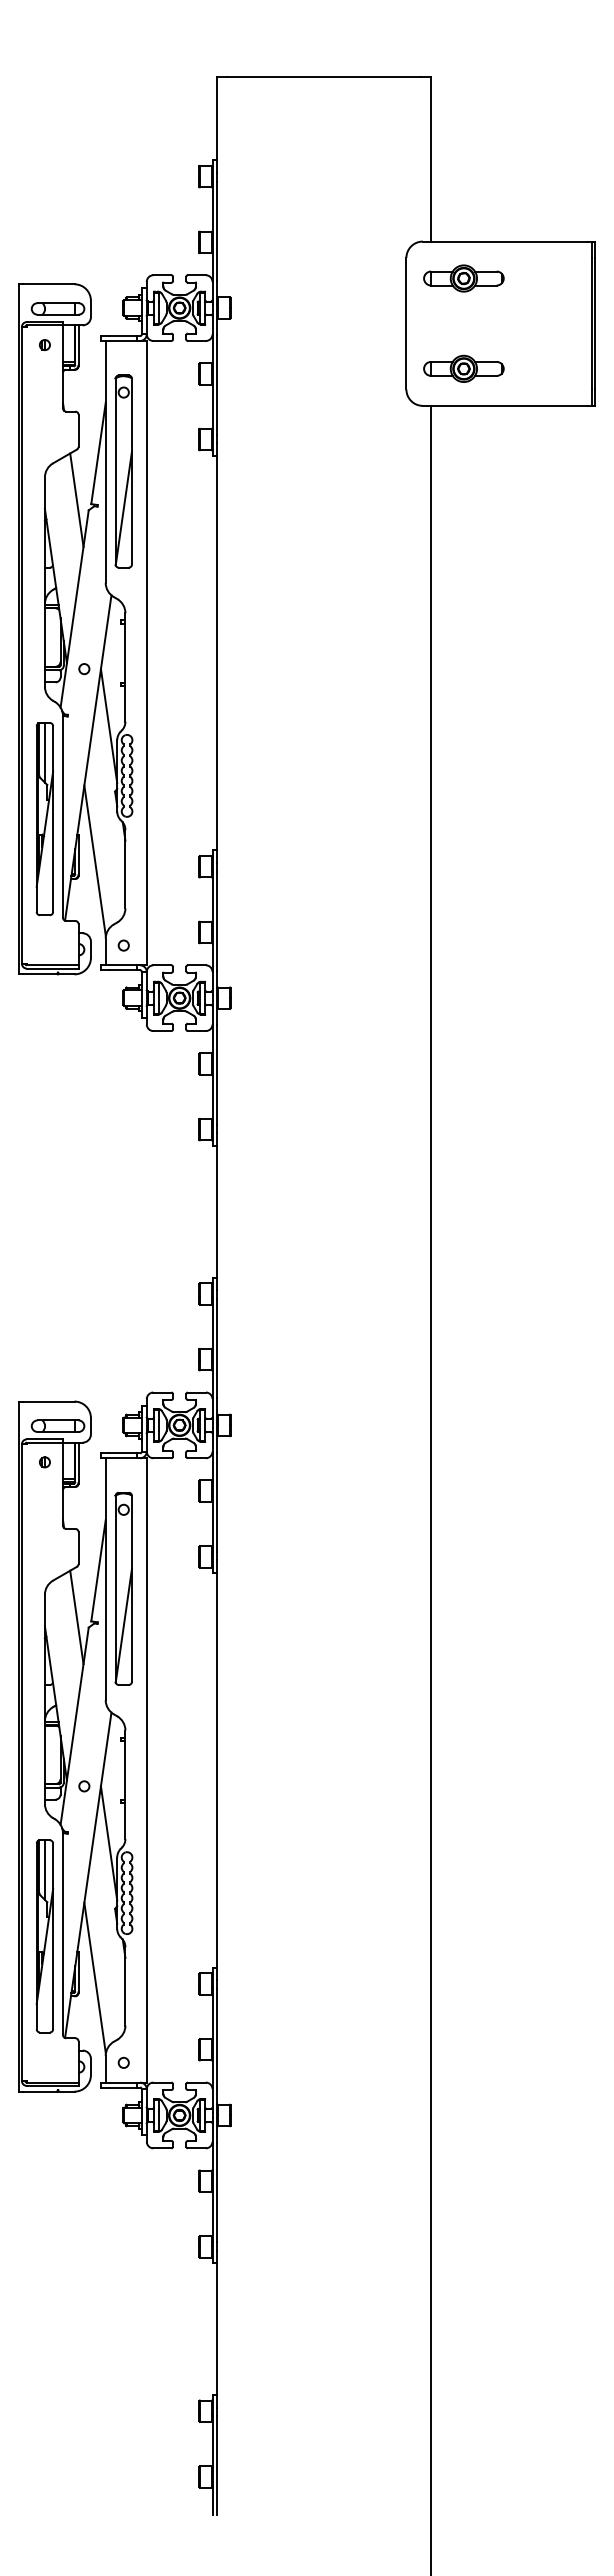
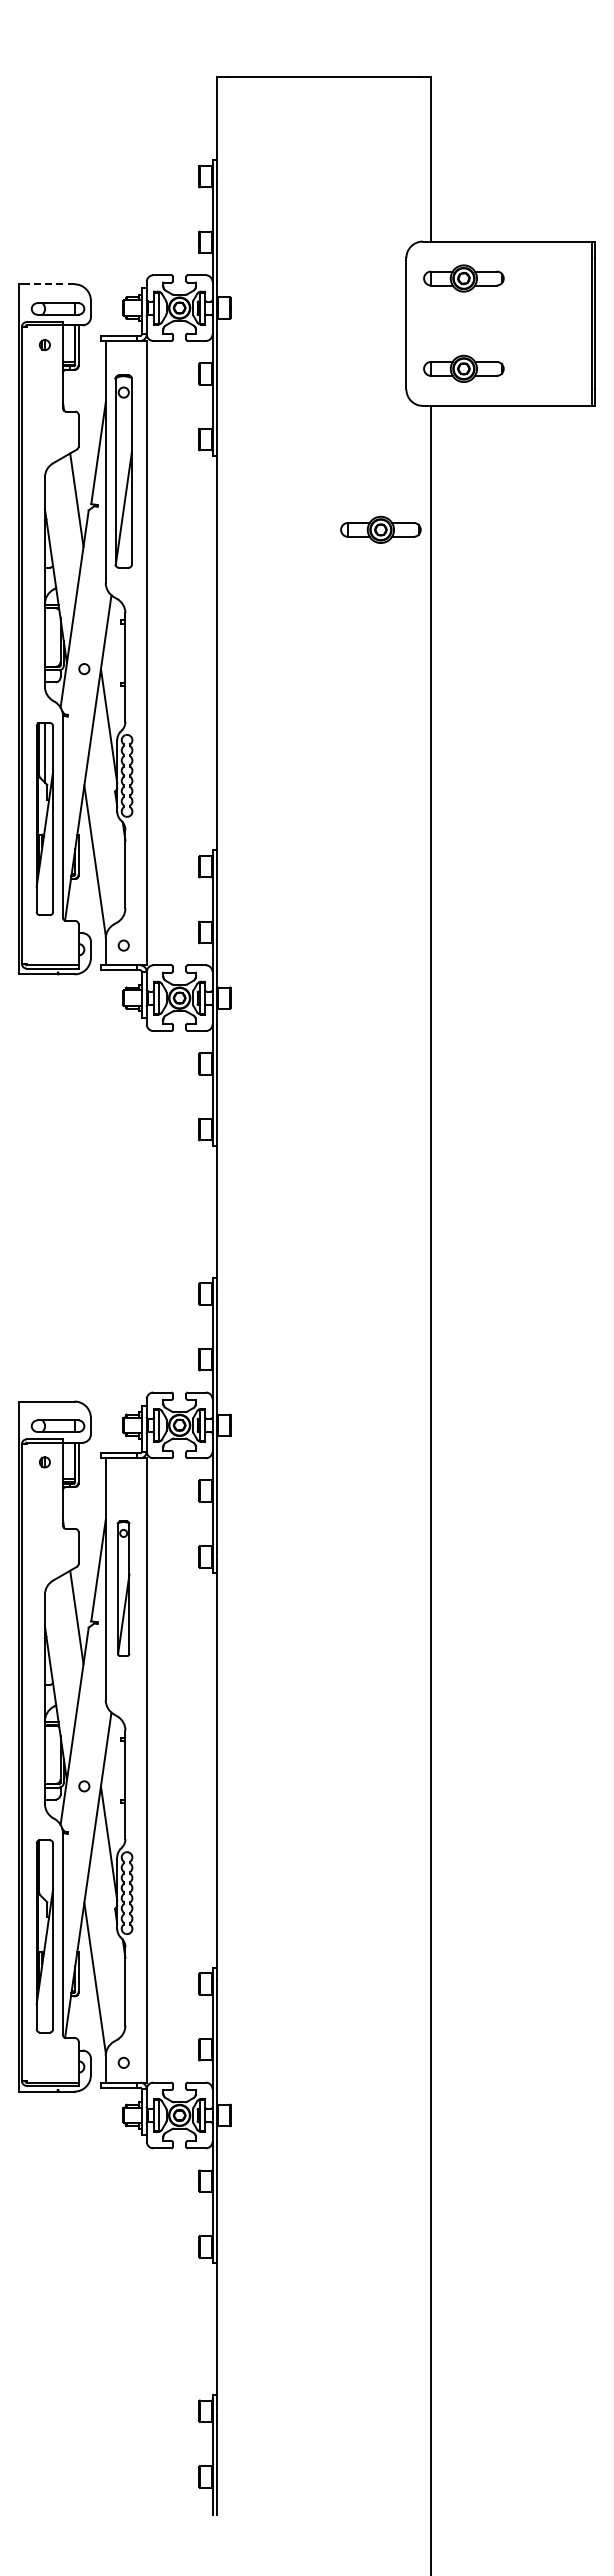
line at (48, 284): solid -> dashed
part at (380, 529): none -> present
part at (123, 1588) size: 19x195 px -> 15x137 px
line at (44, 1869): present -> none
